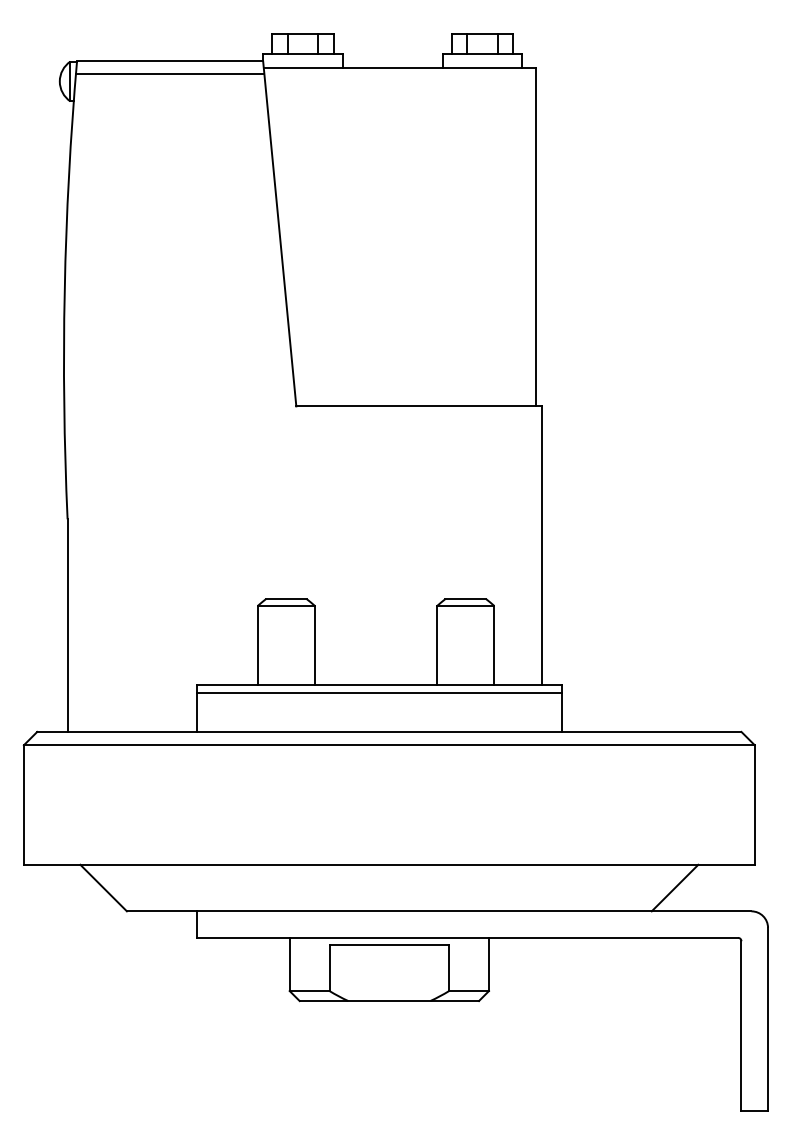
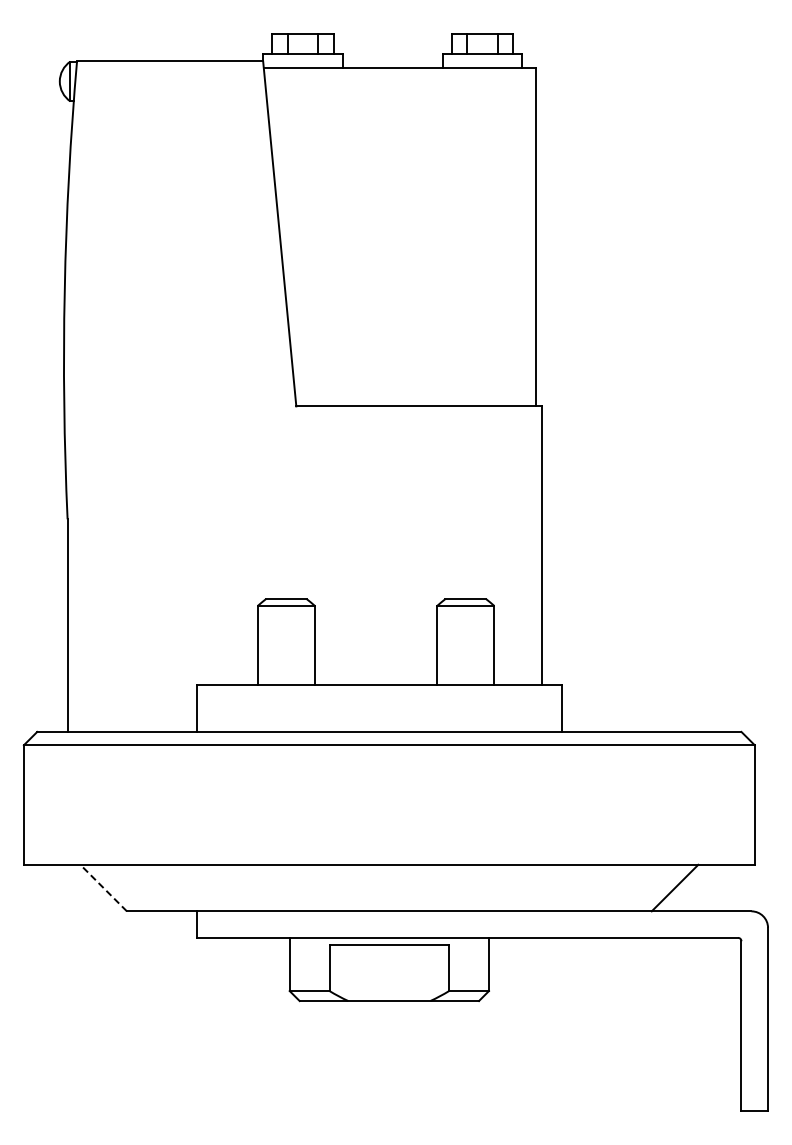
line at (169, 74): present -> none
line at (379, 693): present -> none
line at (103, 888): solid -> dashed
